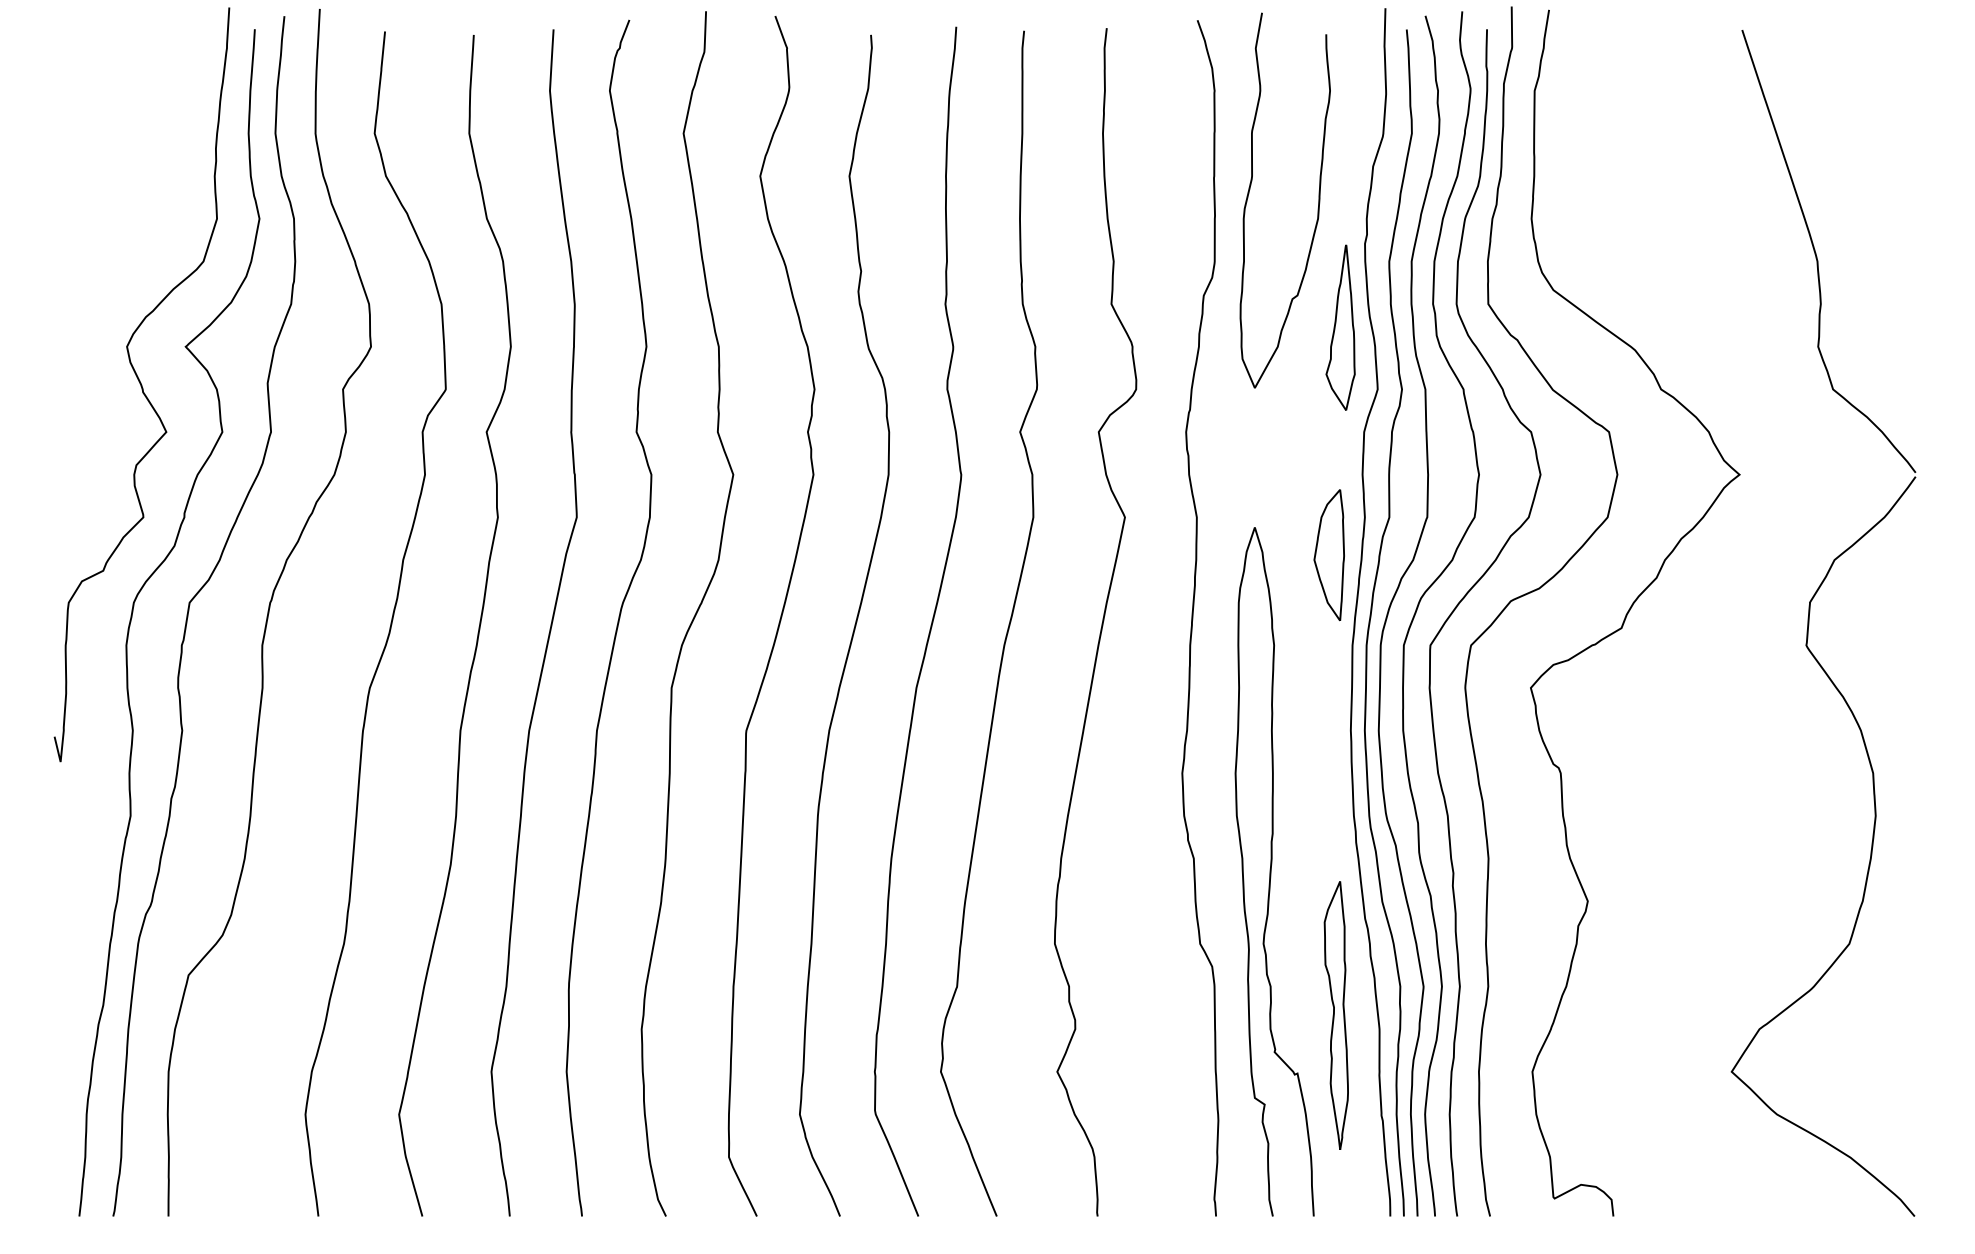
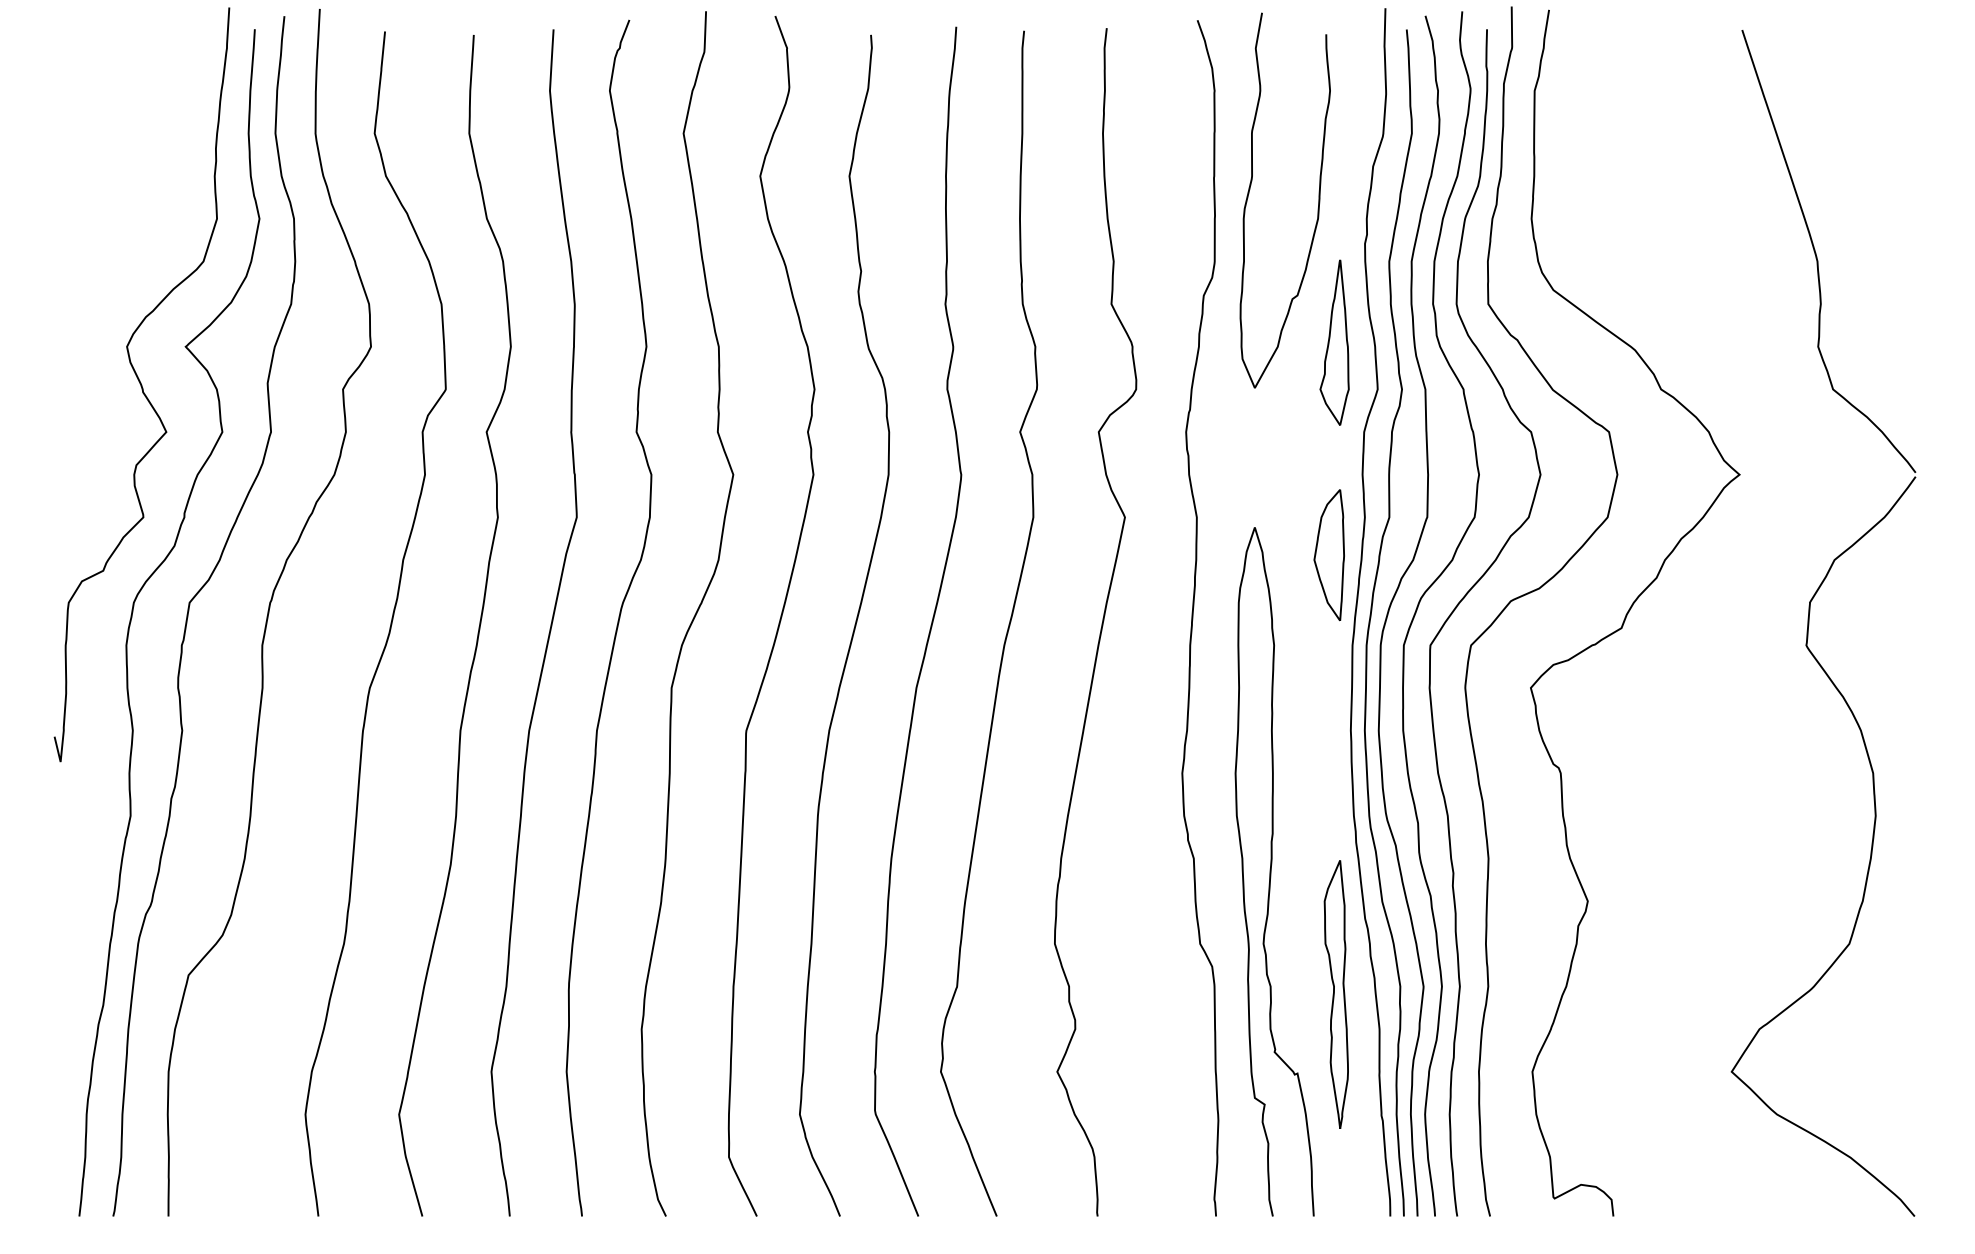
part at (1340, 327) position: (1340, 327) -> (1334, 342)
part at (1335, 1015) position: (1335, 1015) -> (1335, 994)
